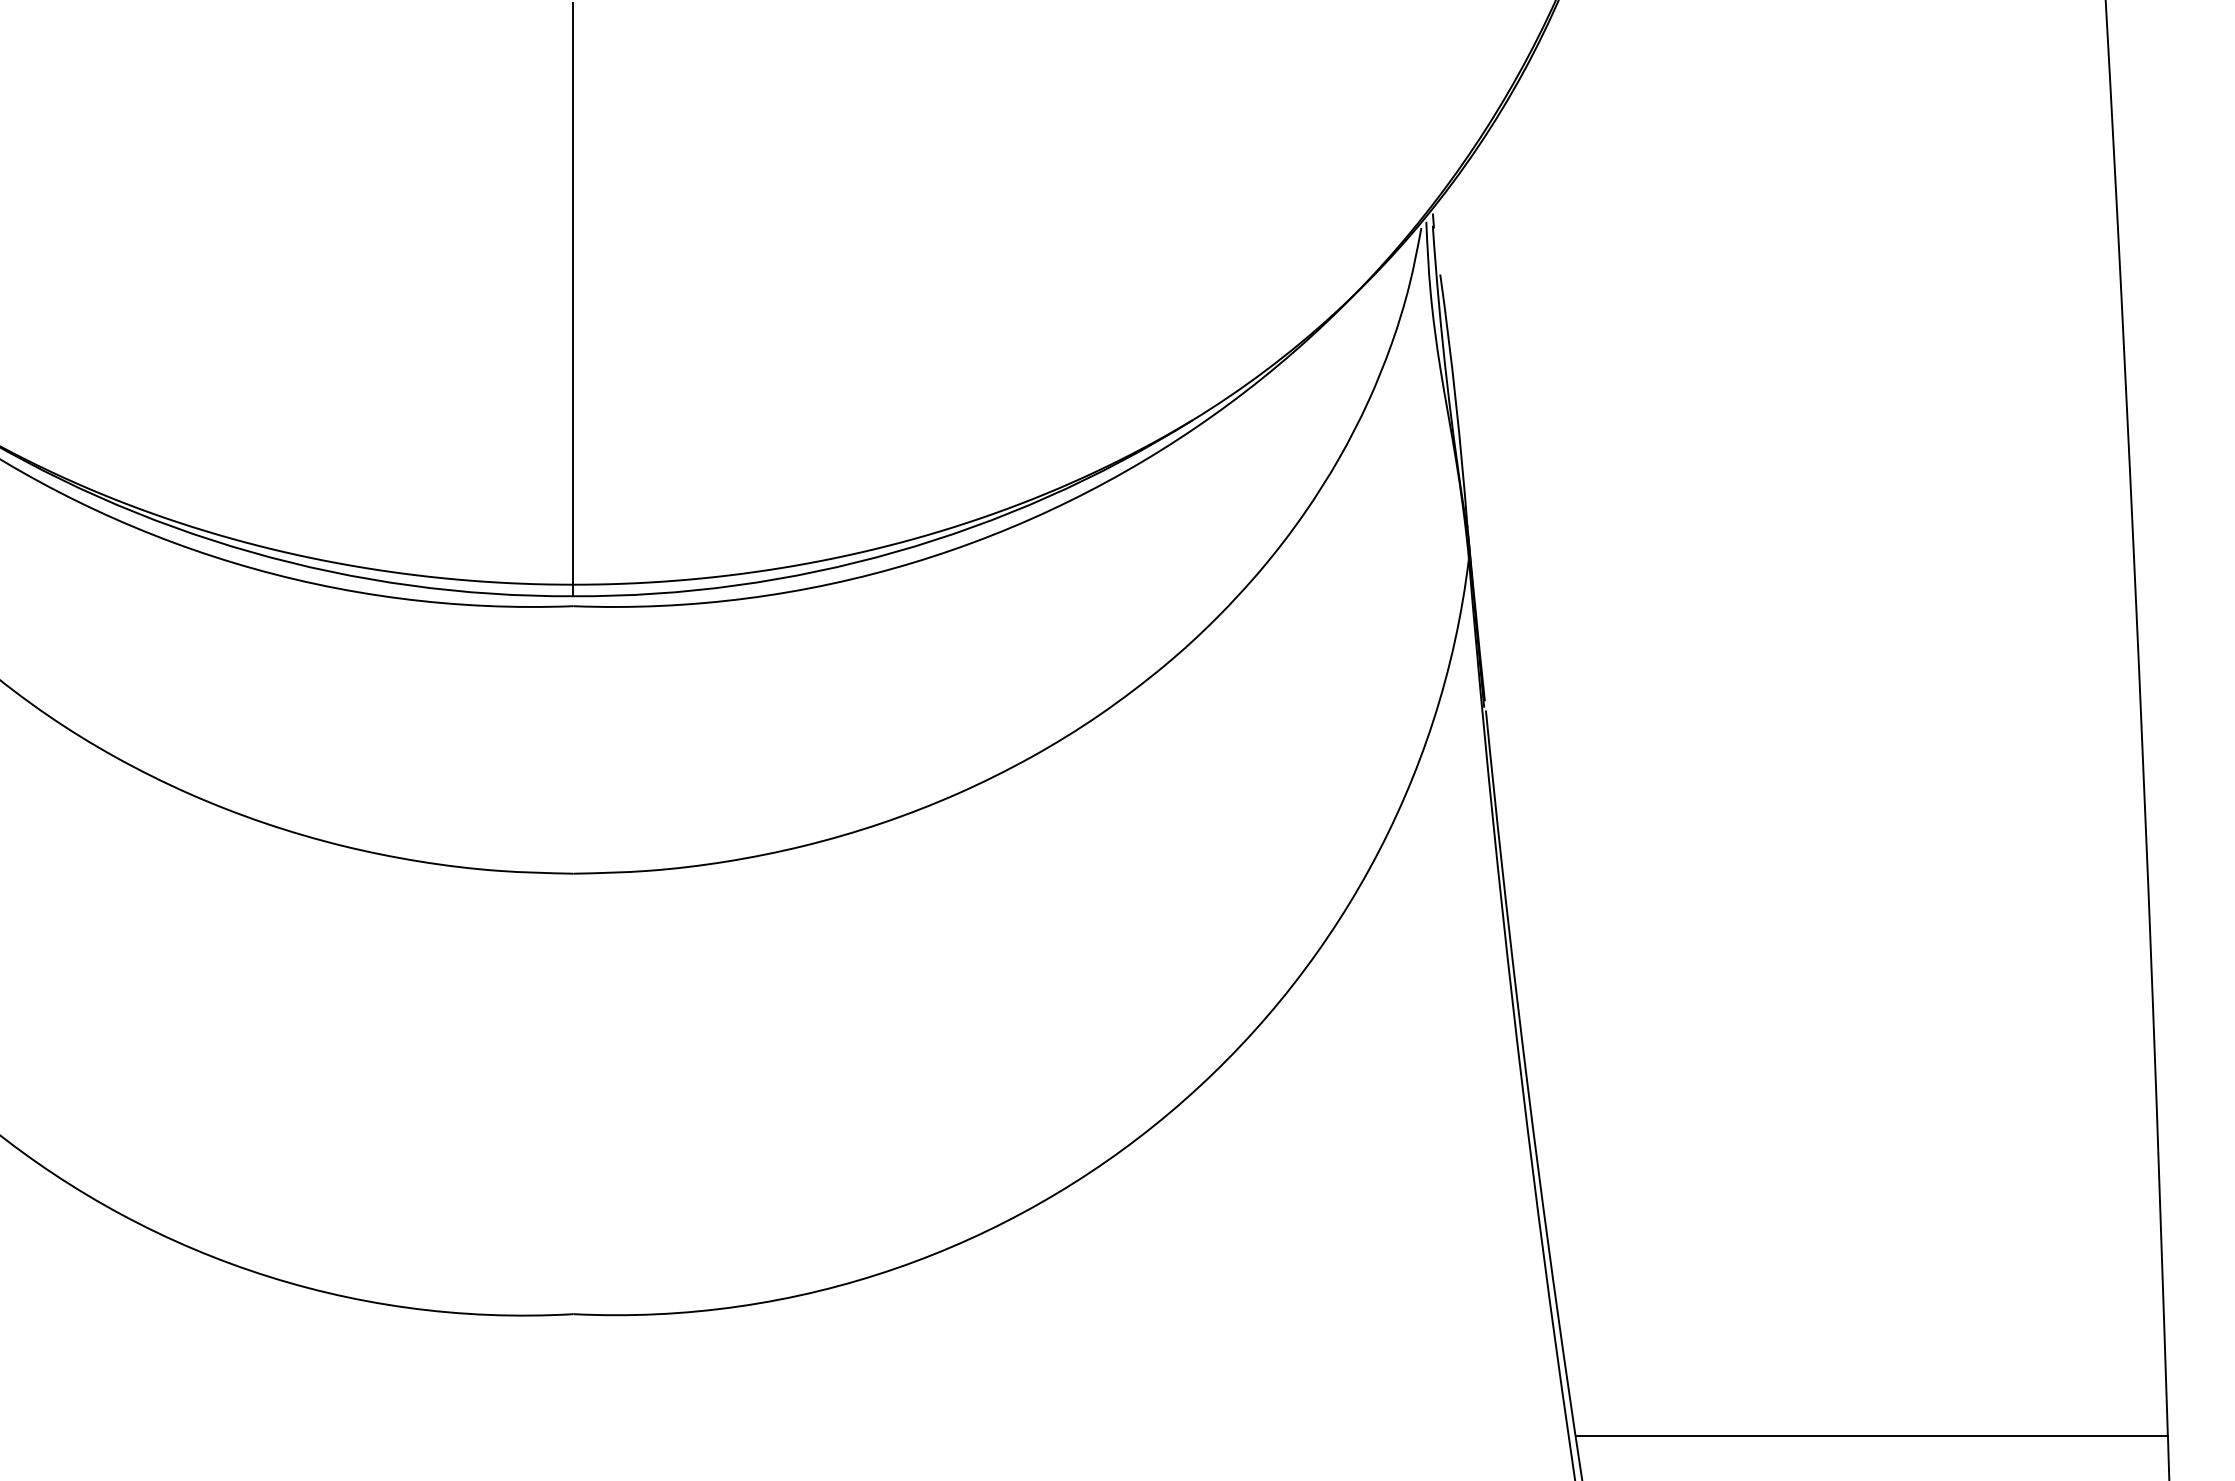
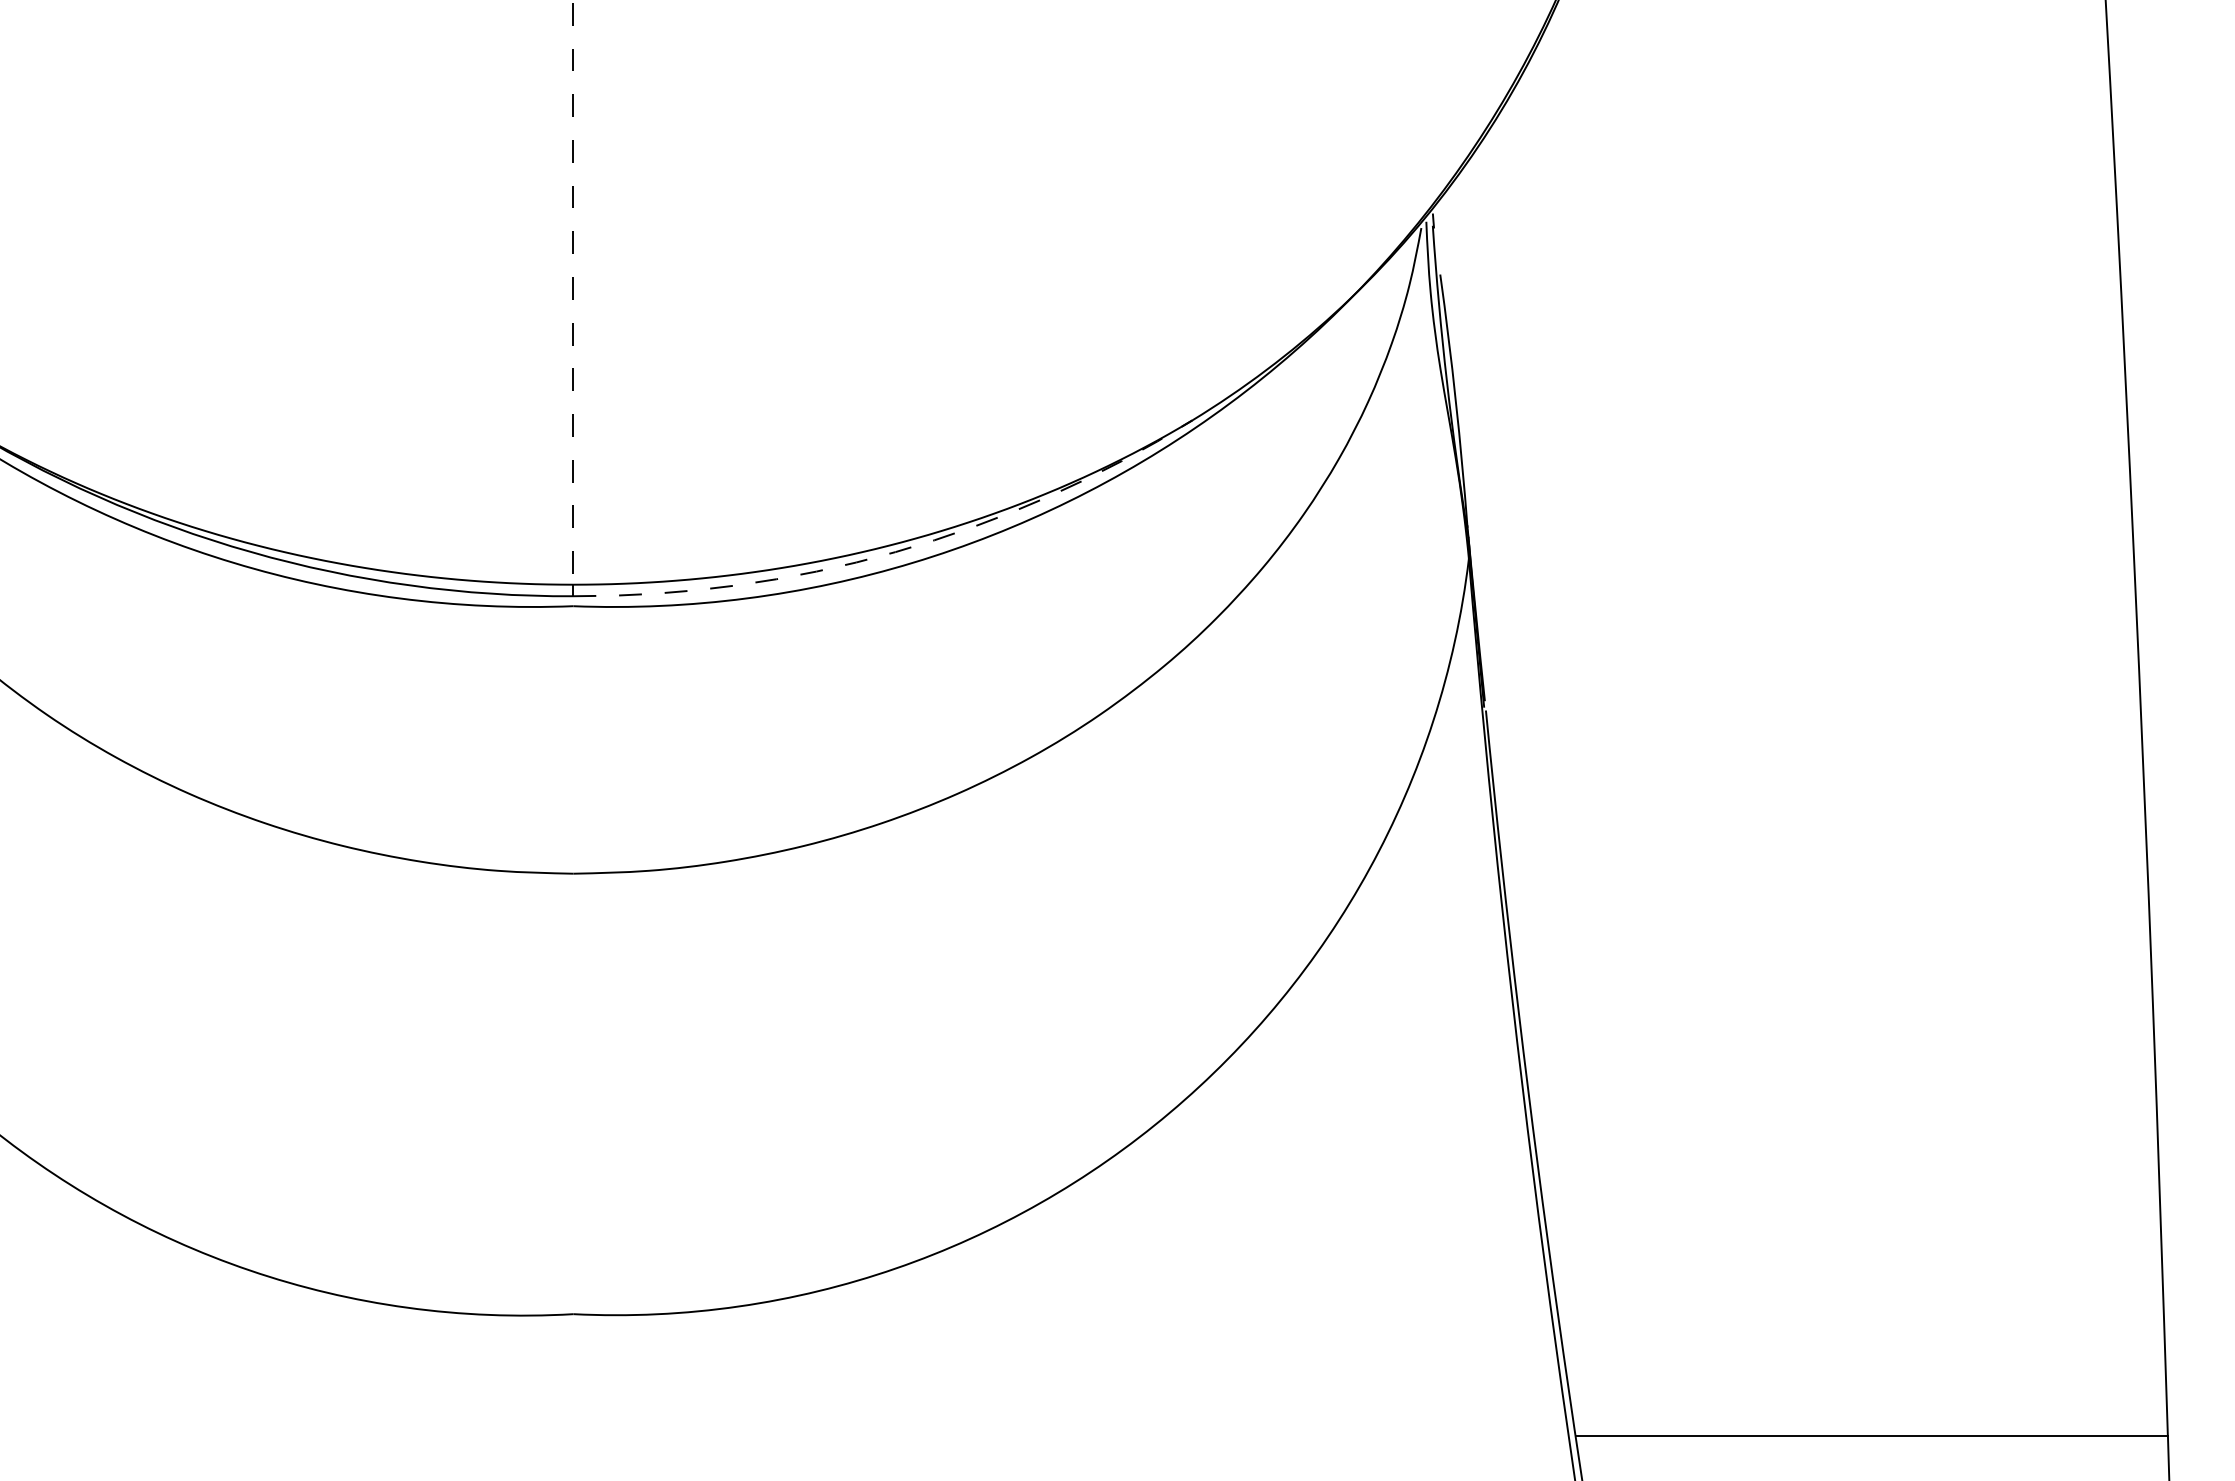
line at (573, 293): solid -> dashed
arc at (895, 552): solid -> dashed
